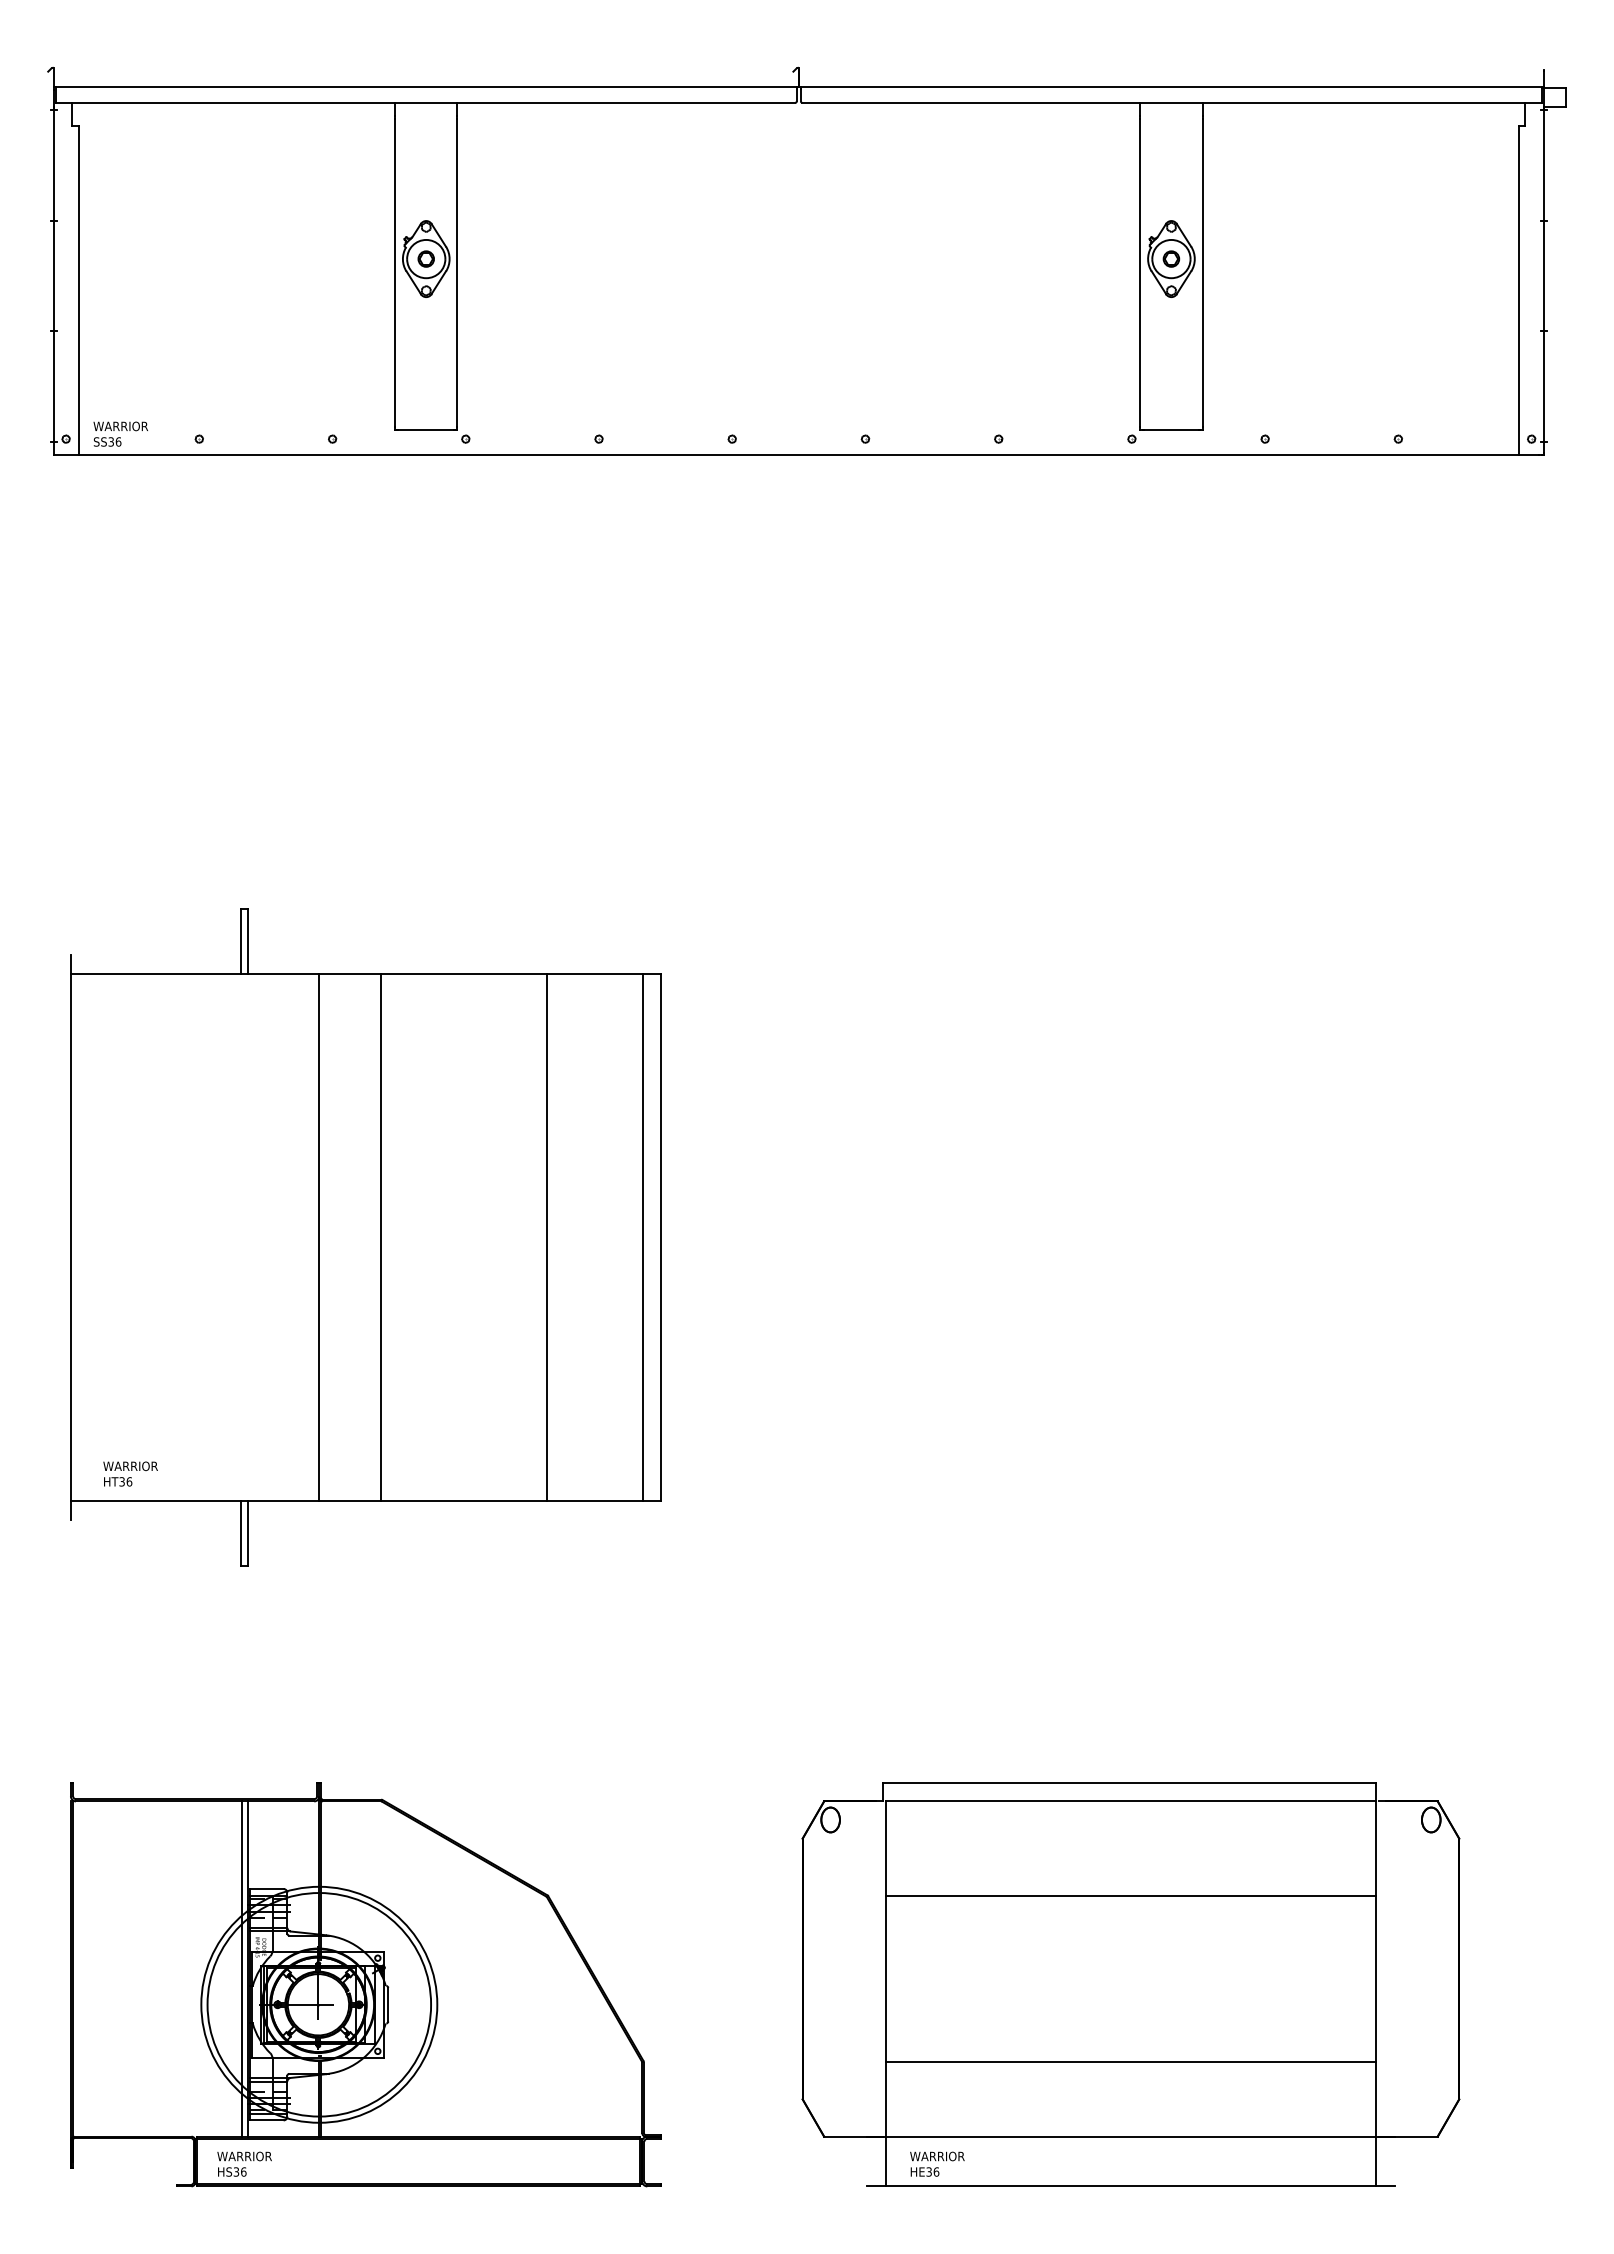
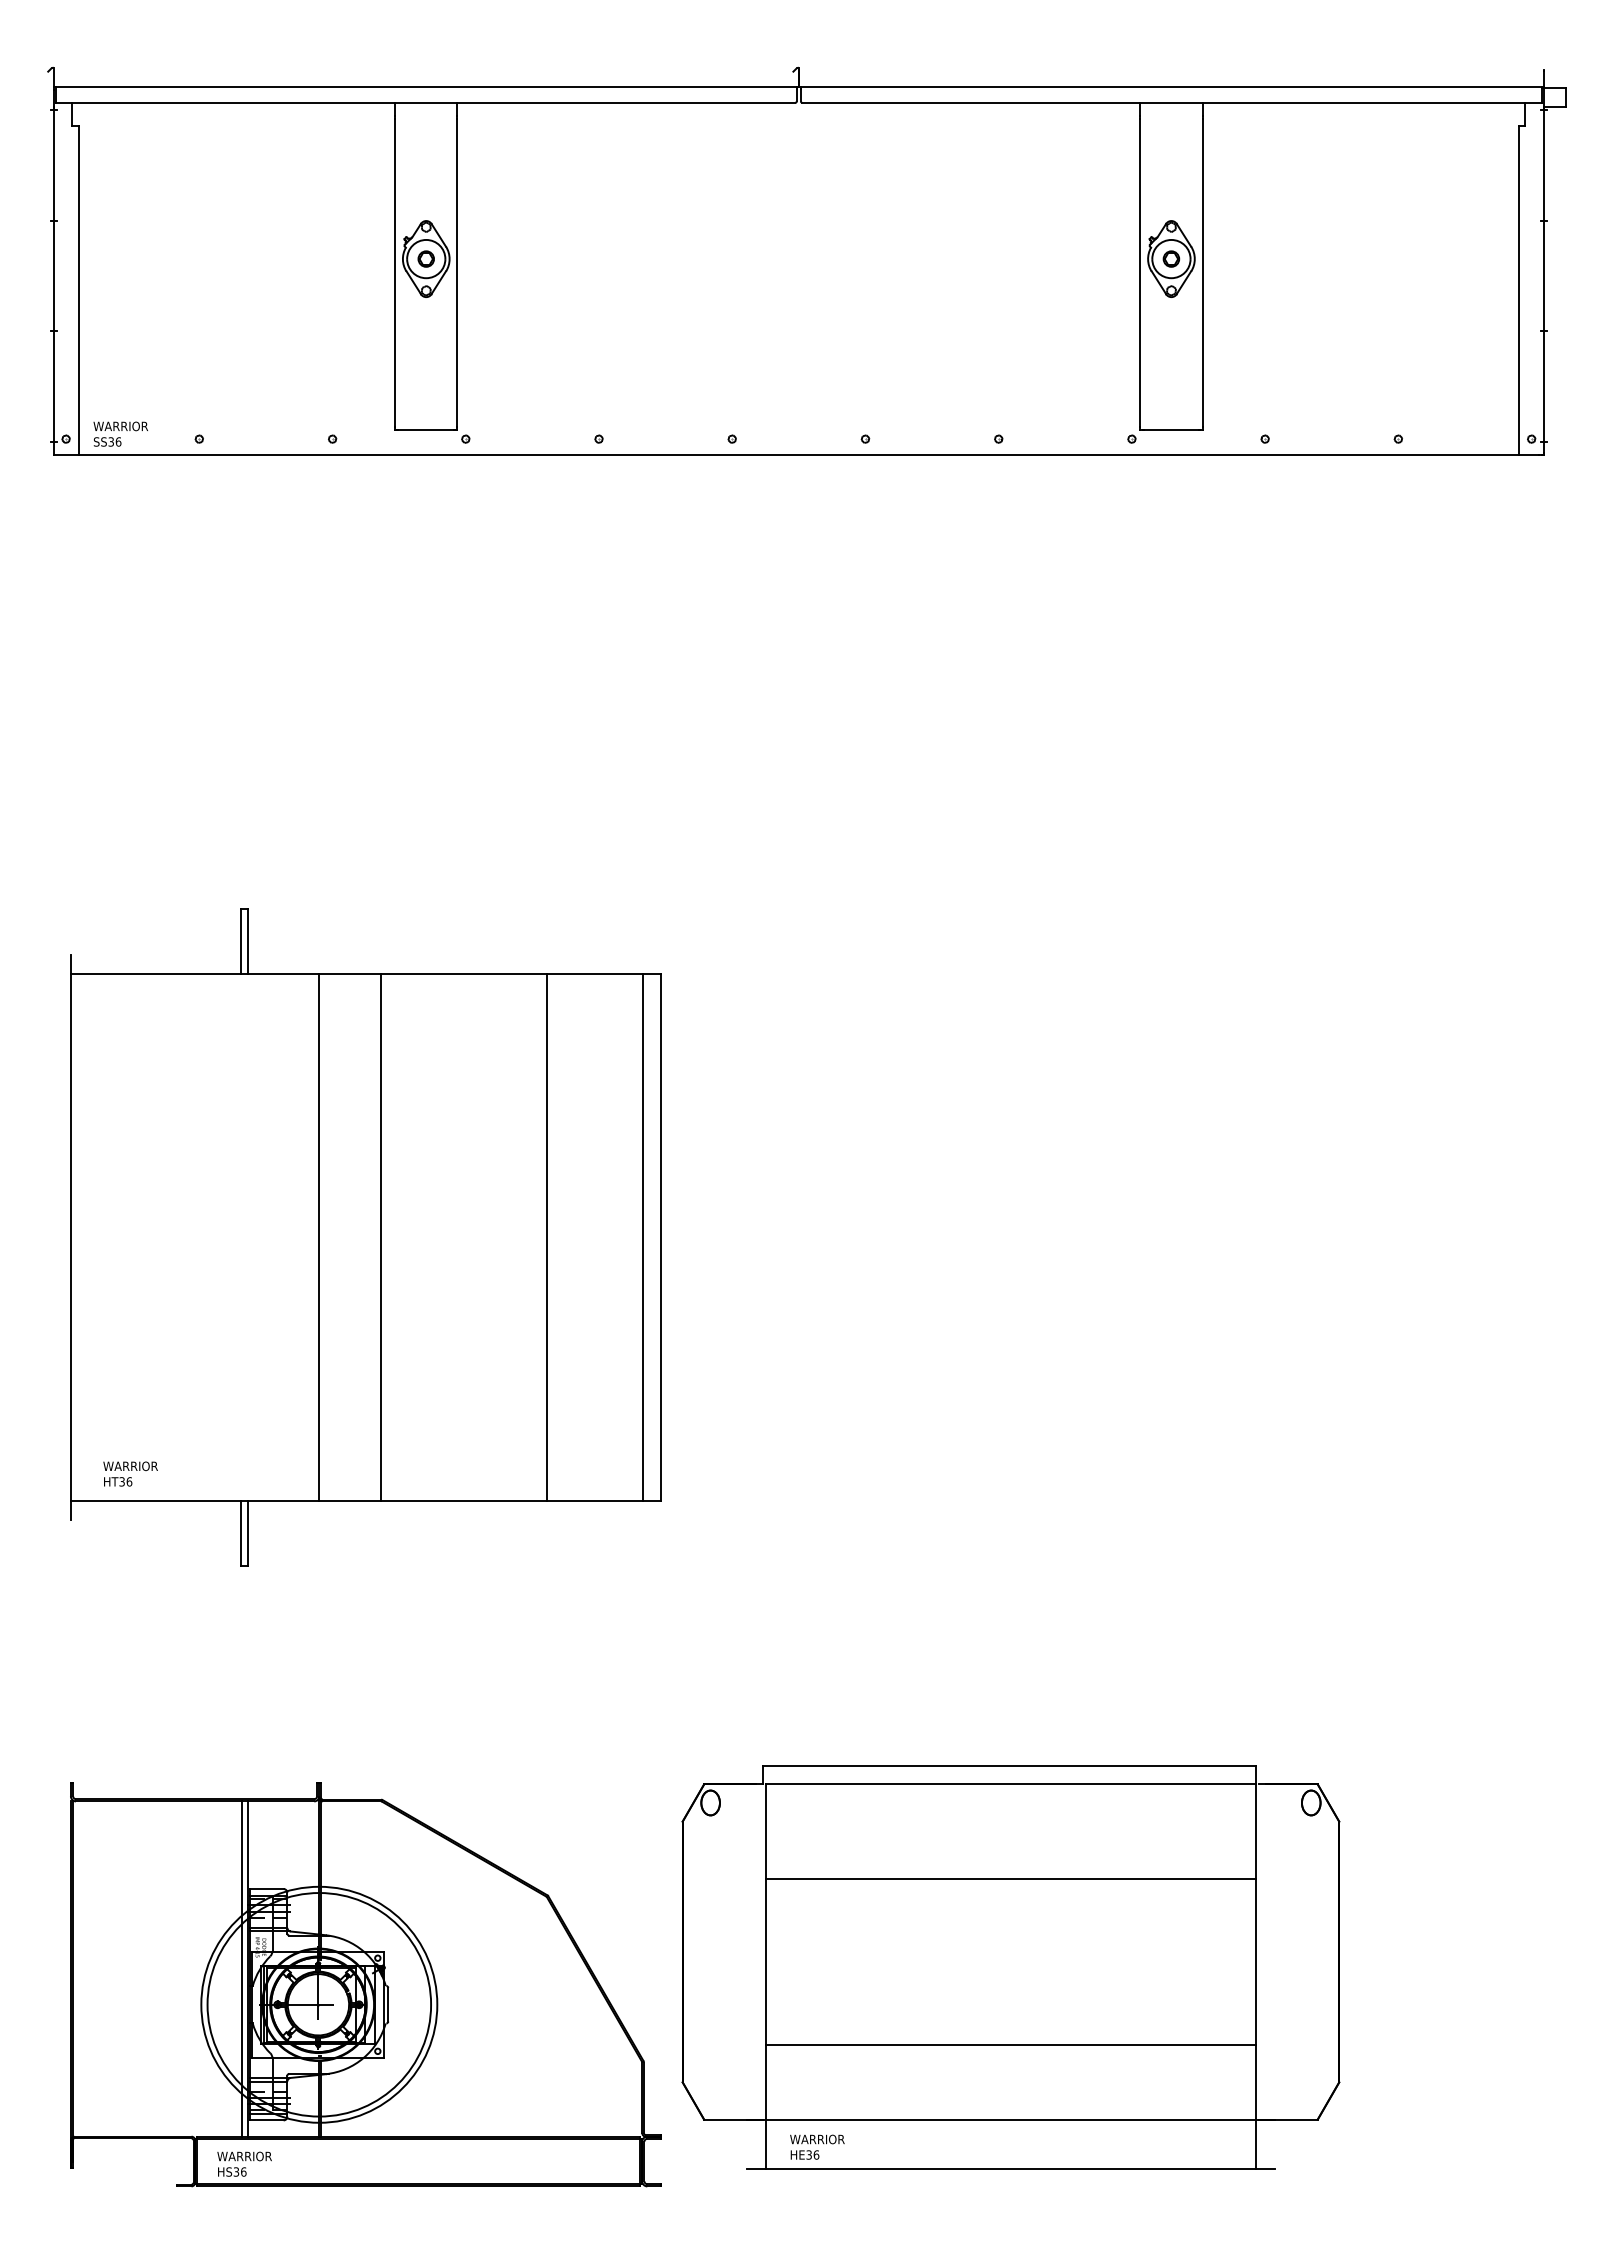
part at (1130, 1984) position: (1130, 1984) -> (1010, 1967)
